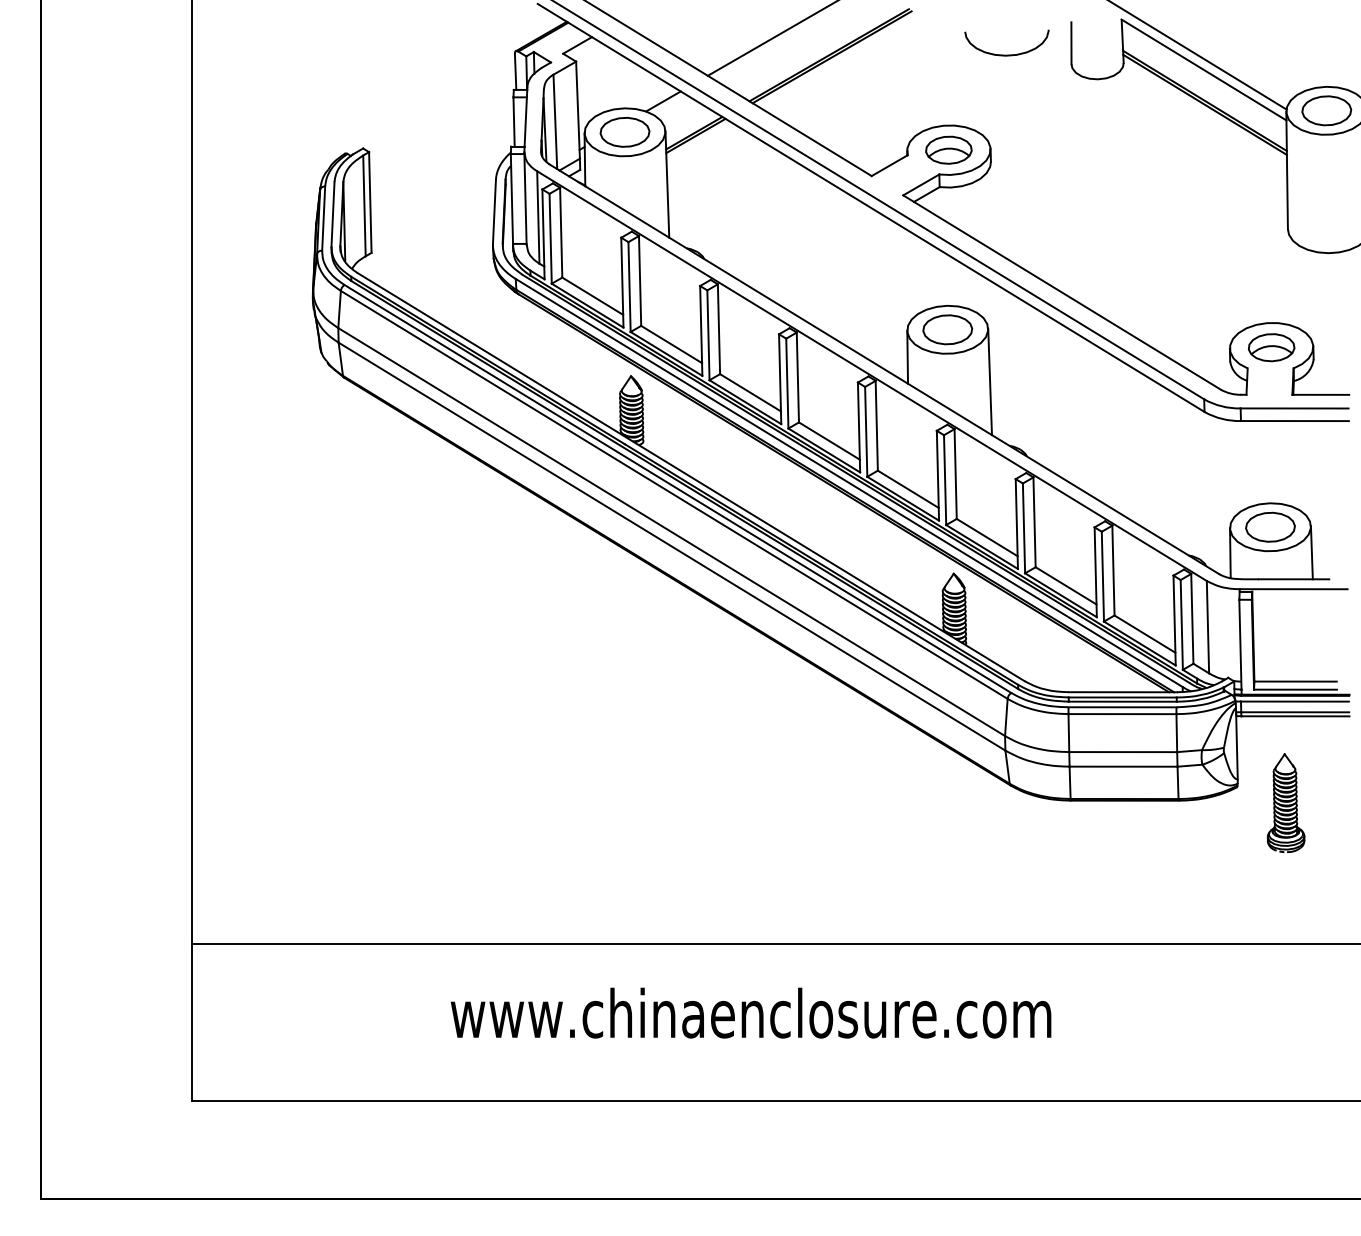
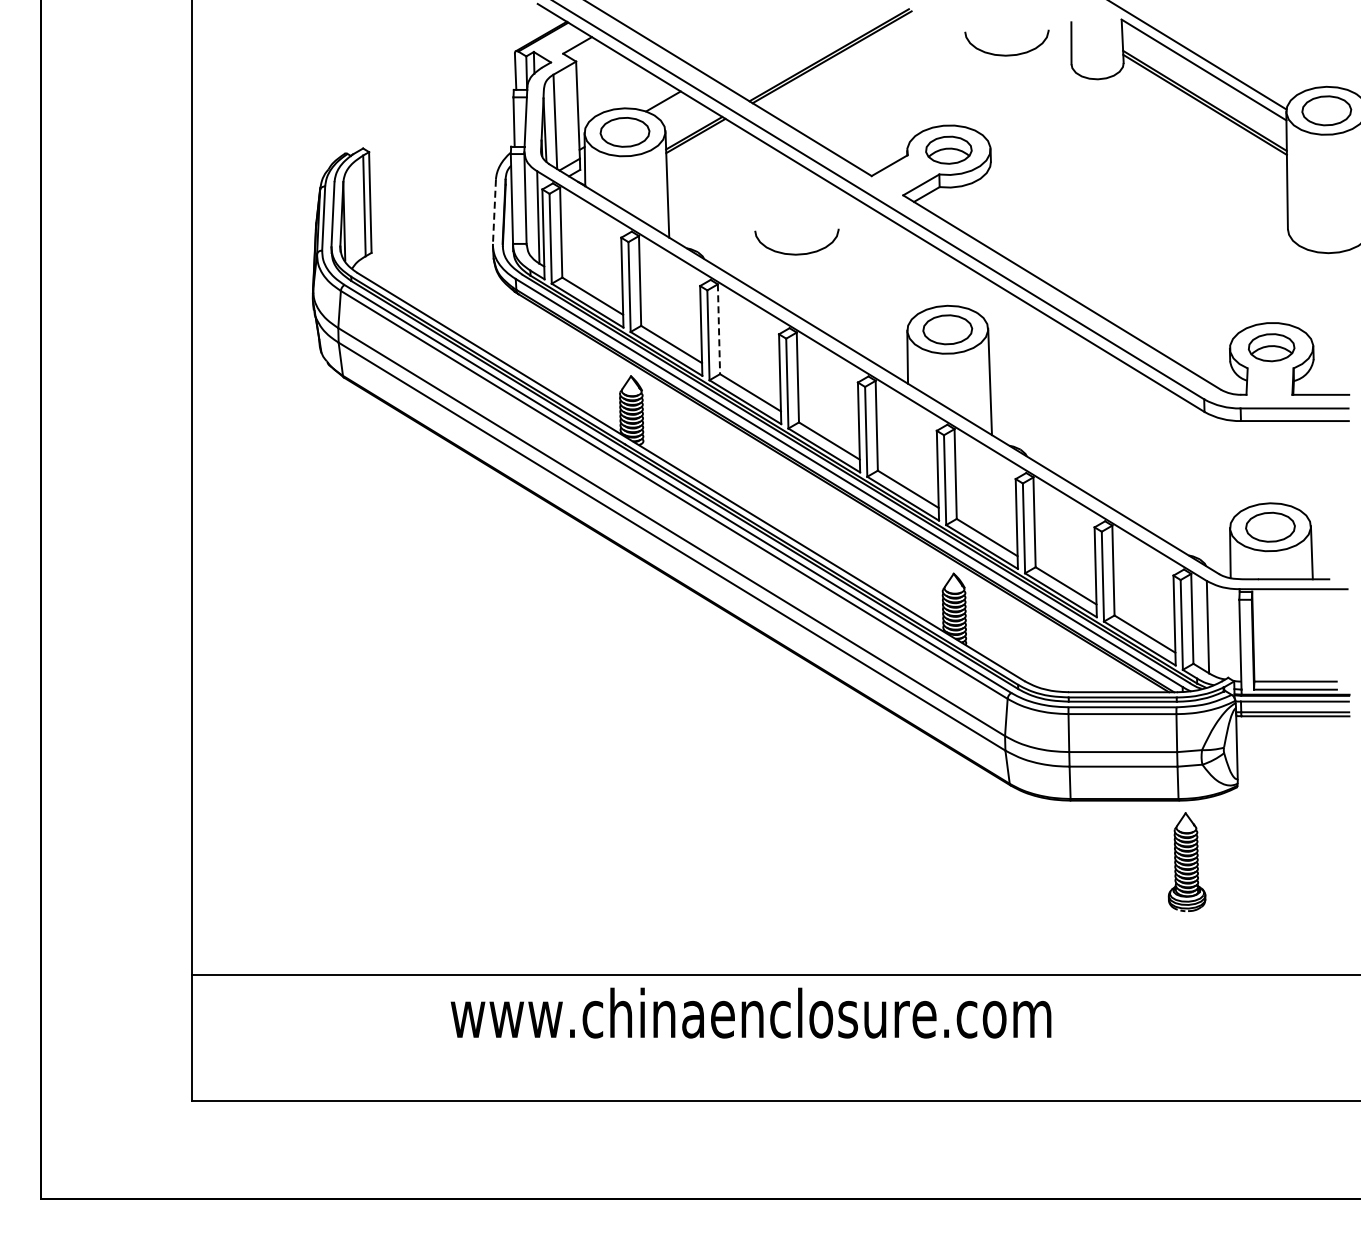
line at (771, 38): present -> none
line at (494, 212): solid -> dashed
curve at (796, 253): none -> present
line at (718, 329): solid -> dashed
part at (1285, 802) position: (1285, 802) -> (1186, 861)
line at (774, 943) position: (774, 943) -> (774, 974)
